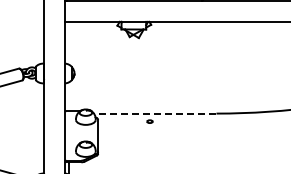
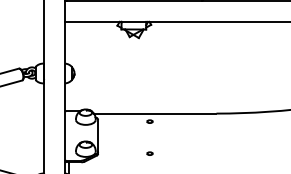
line at (154, 113): dashed -> solid
part at (149, 153): none -> present
